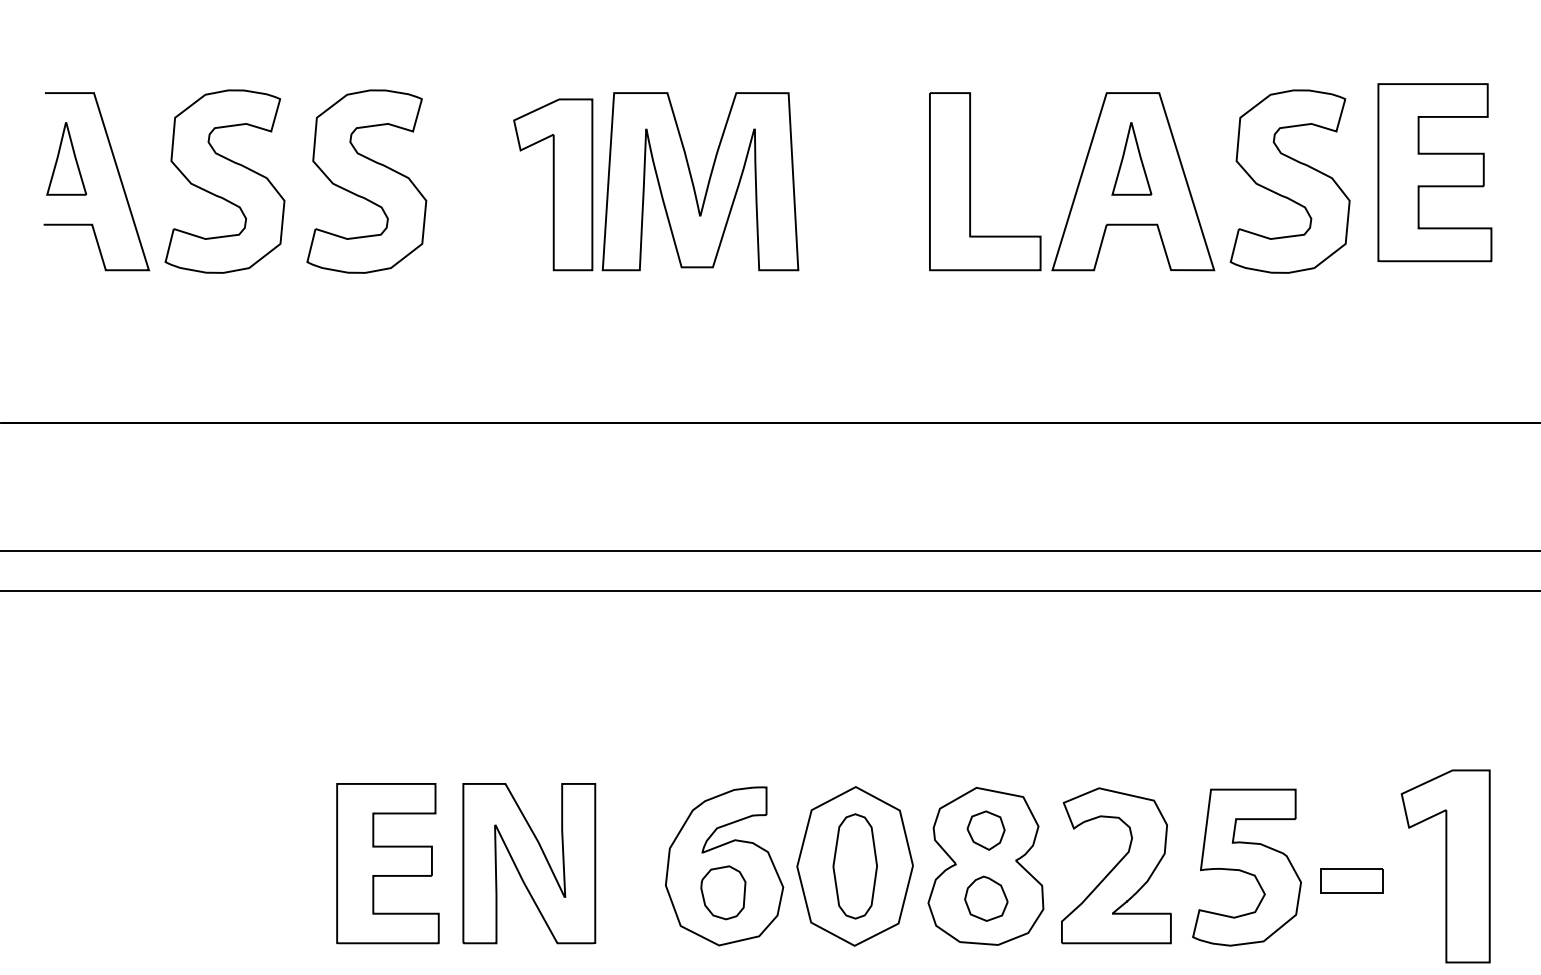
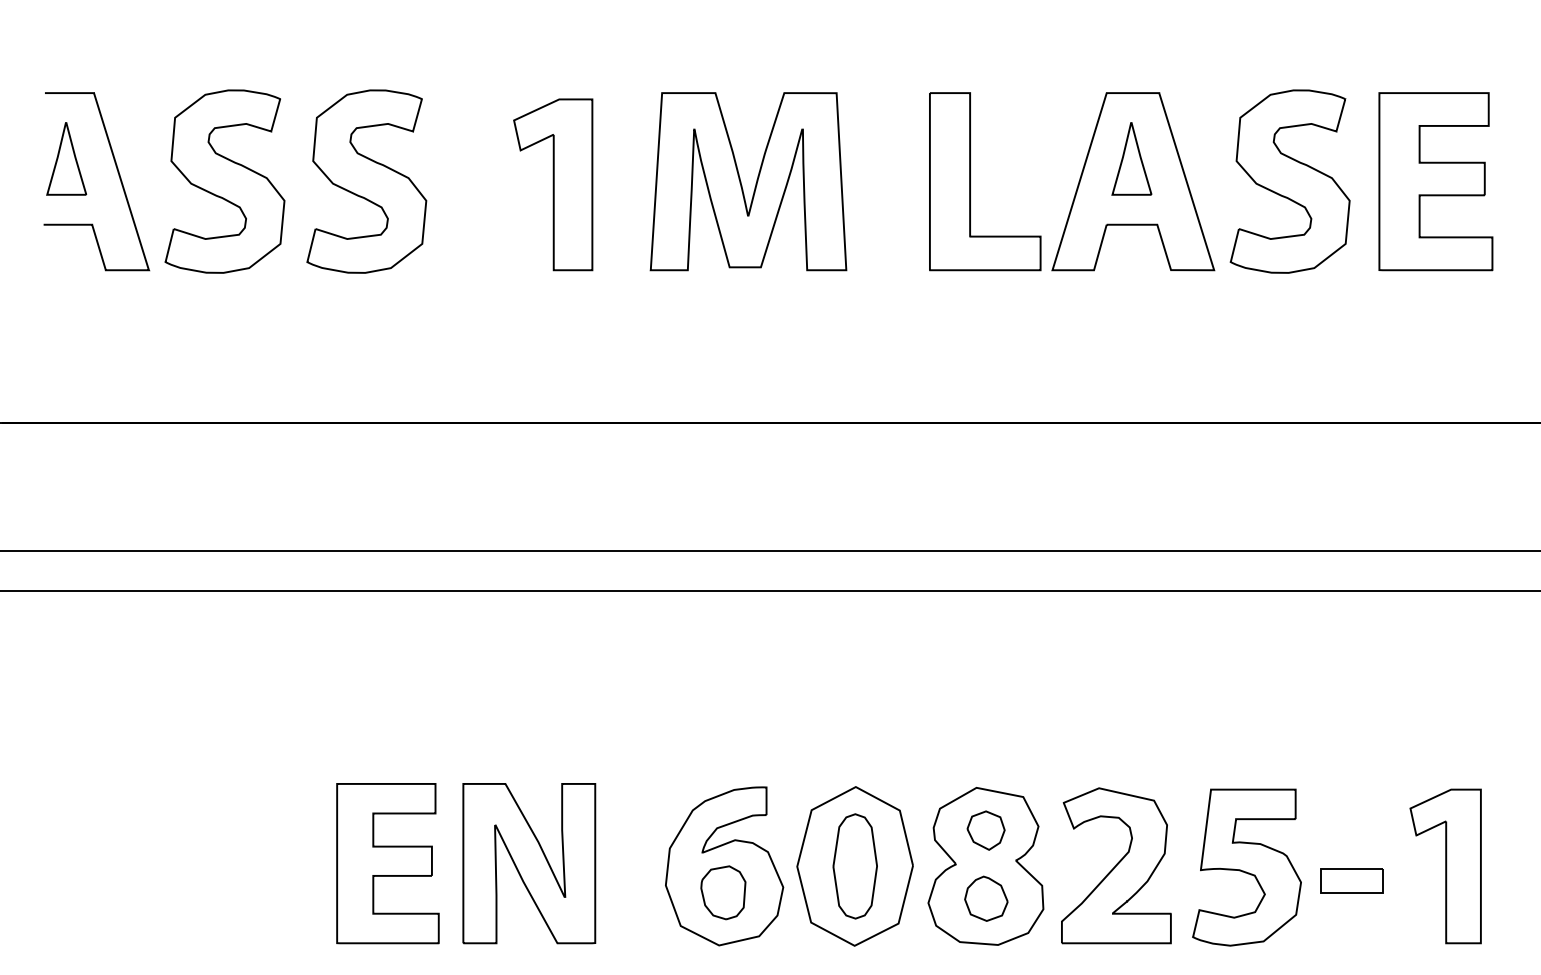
part at (1434, 172) position: (1434, 172) -> (1435, 181)
part at (693, 181) position: (693, 181) -> (741, 181)
part at (1445, 866) size: 91x195 px -> 73x157 px
